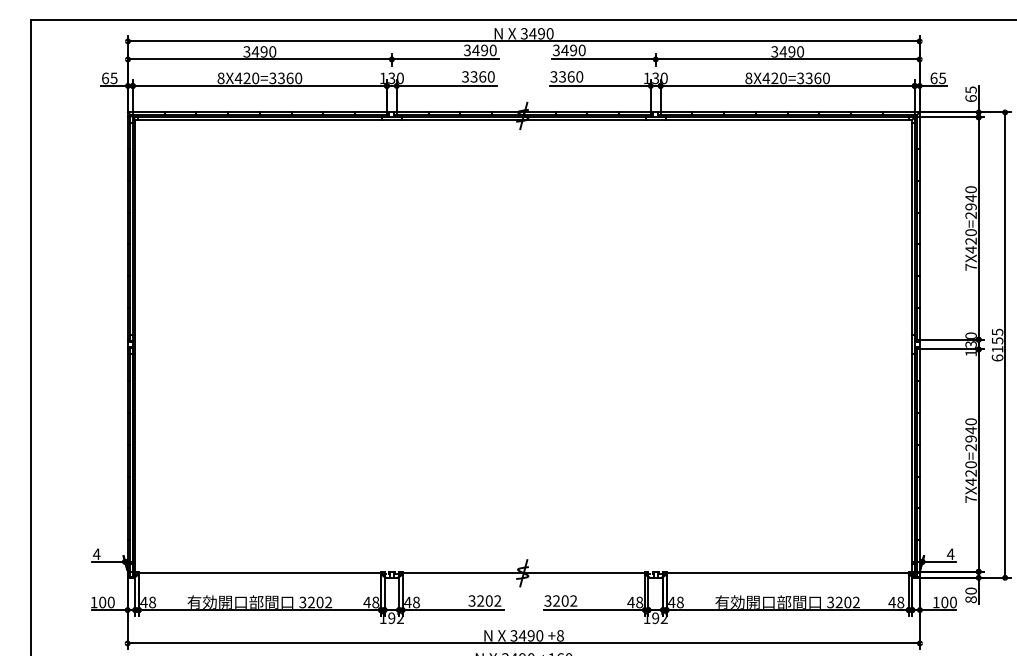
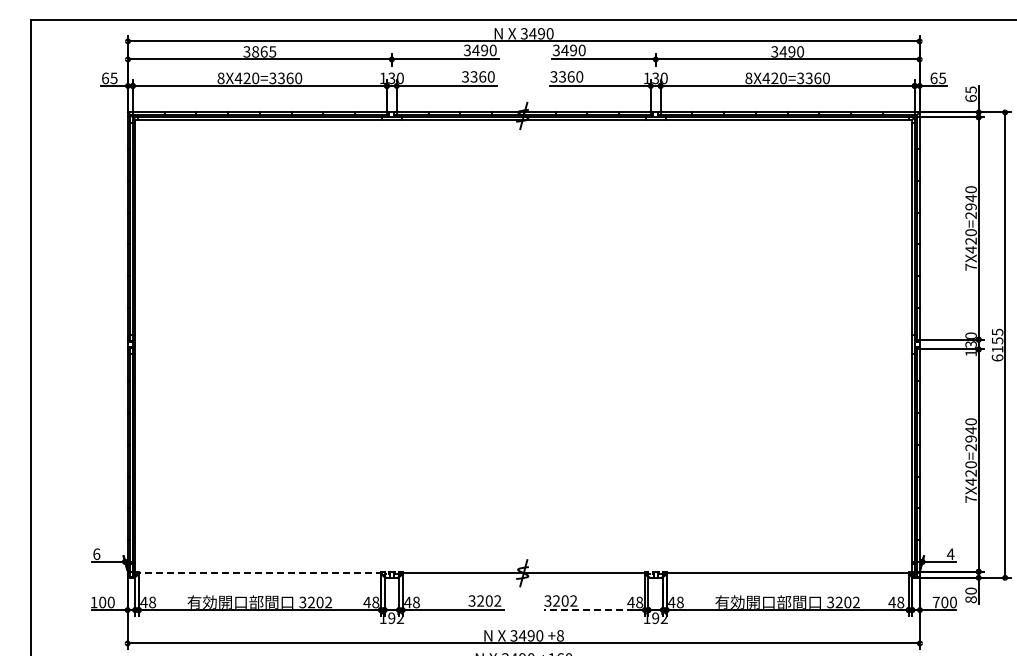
text at (263, 51): 3490 -> 3865
text at (96, 554): 4 -> 6
line at (259, 573): solid -> dashed
text at (935, 602): 100 -> 700
line at (594, 610): solid -> dashed
